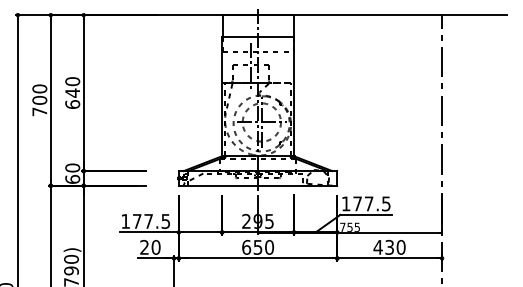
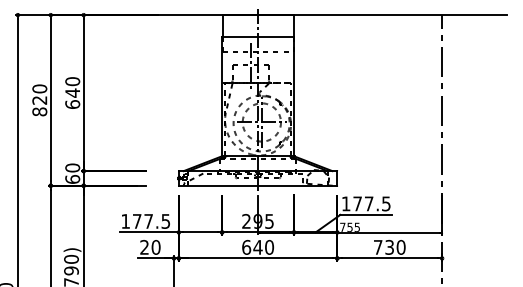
text at (39, 105): 700 -> 820
text at (257, 247): 650 -> 640
text at (377, 247): 430 -> 730
